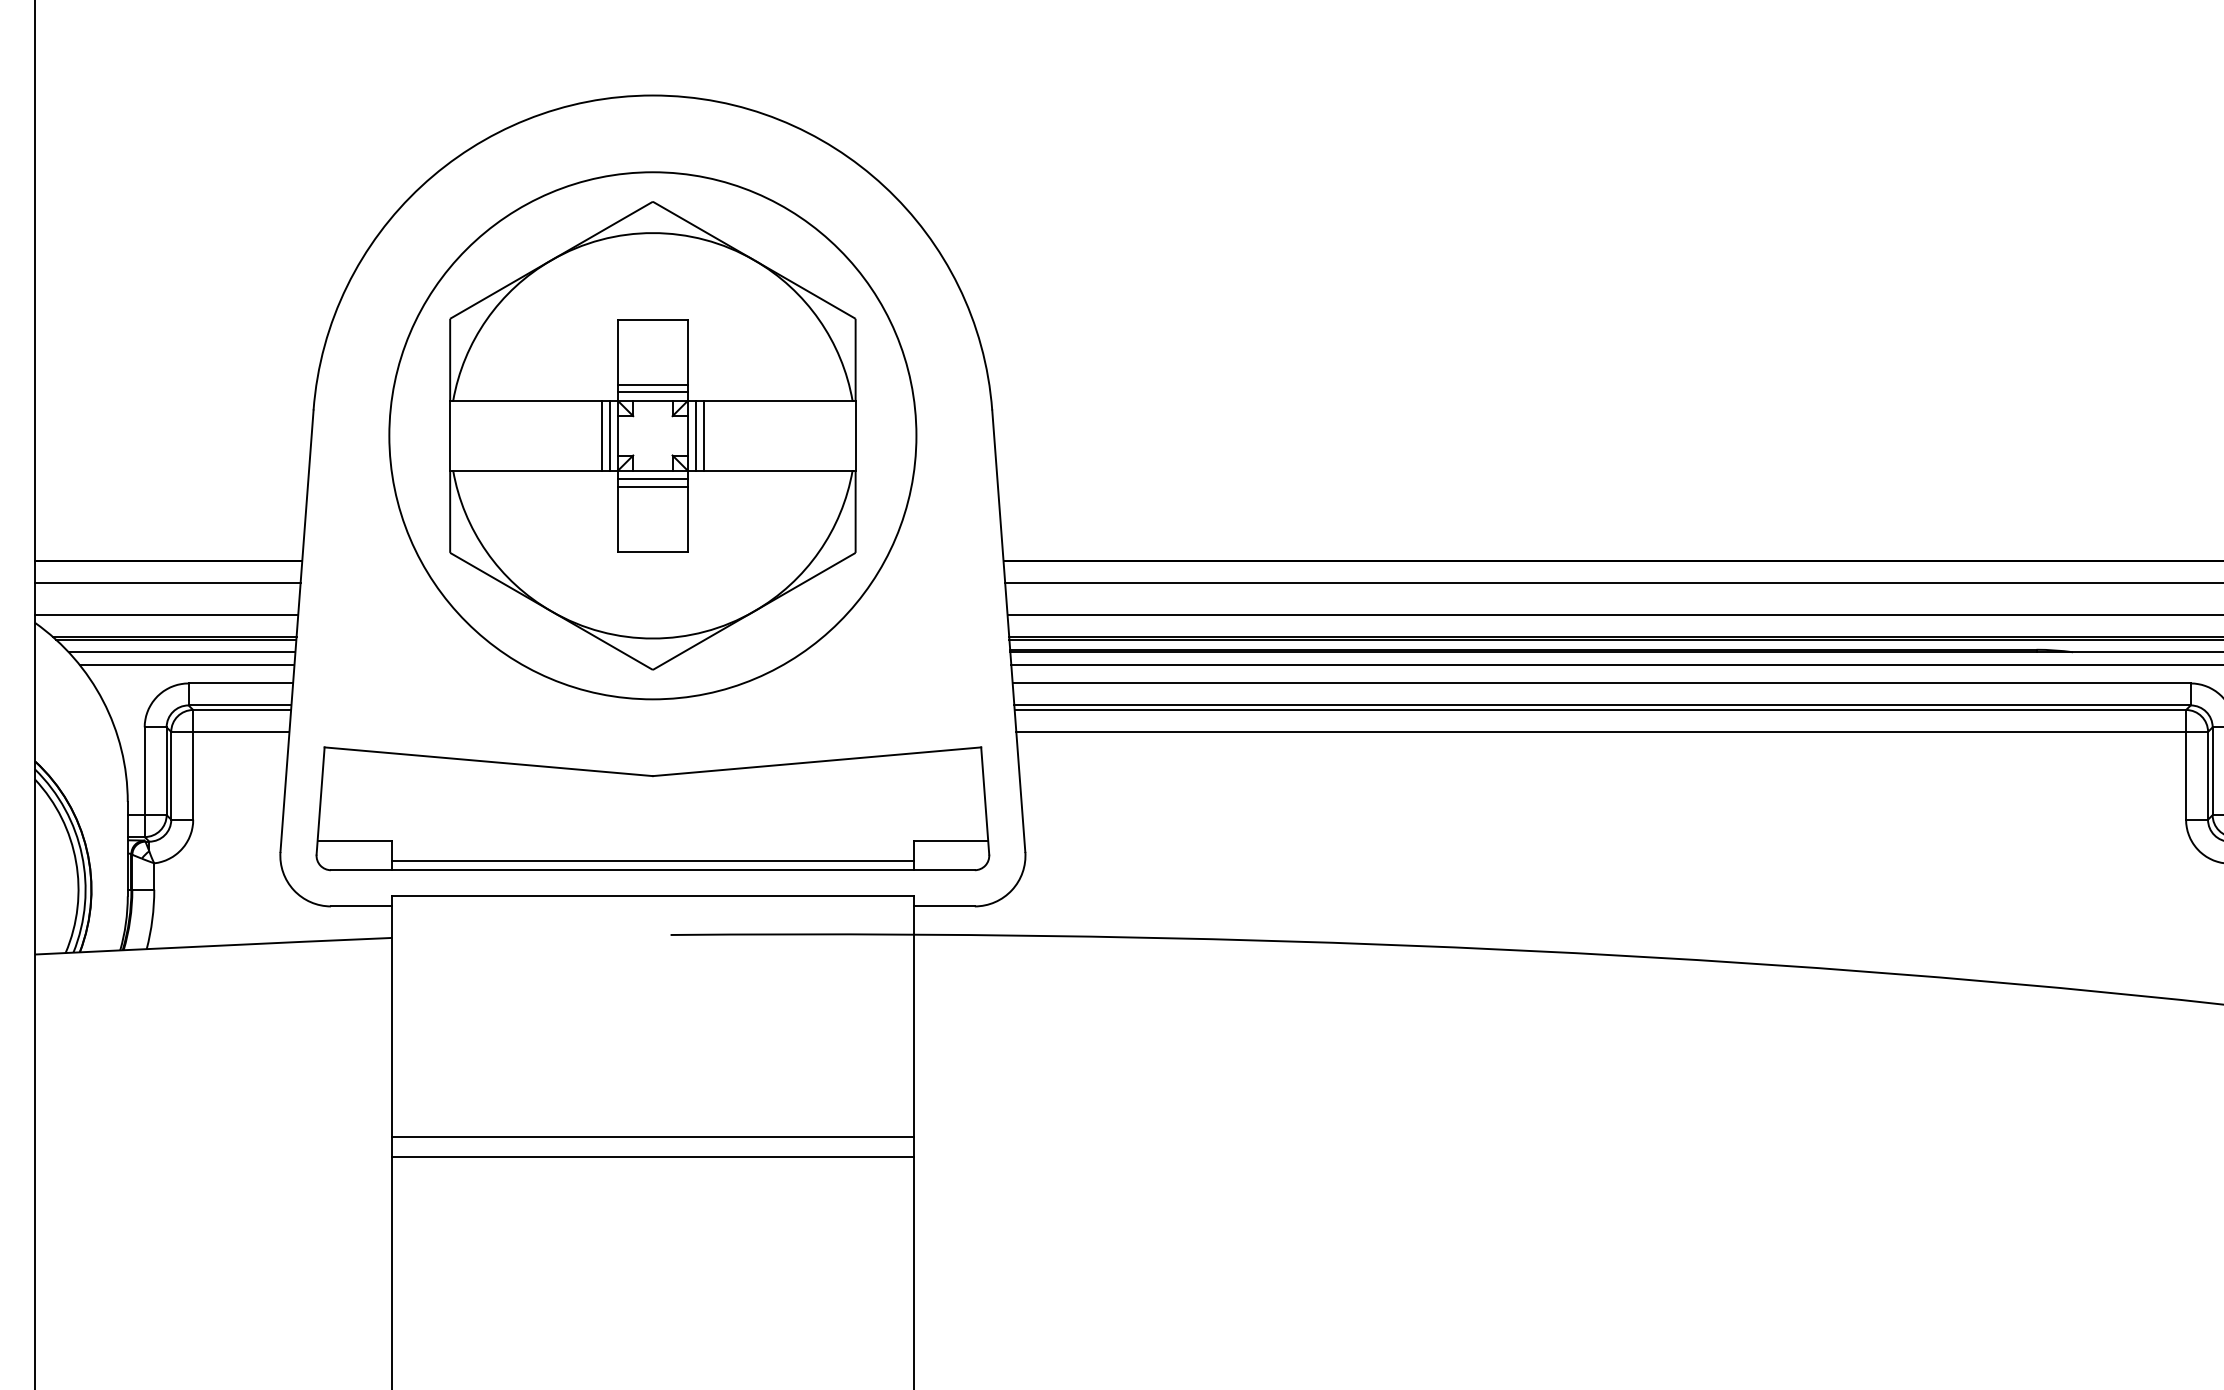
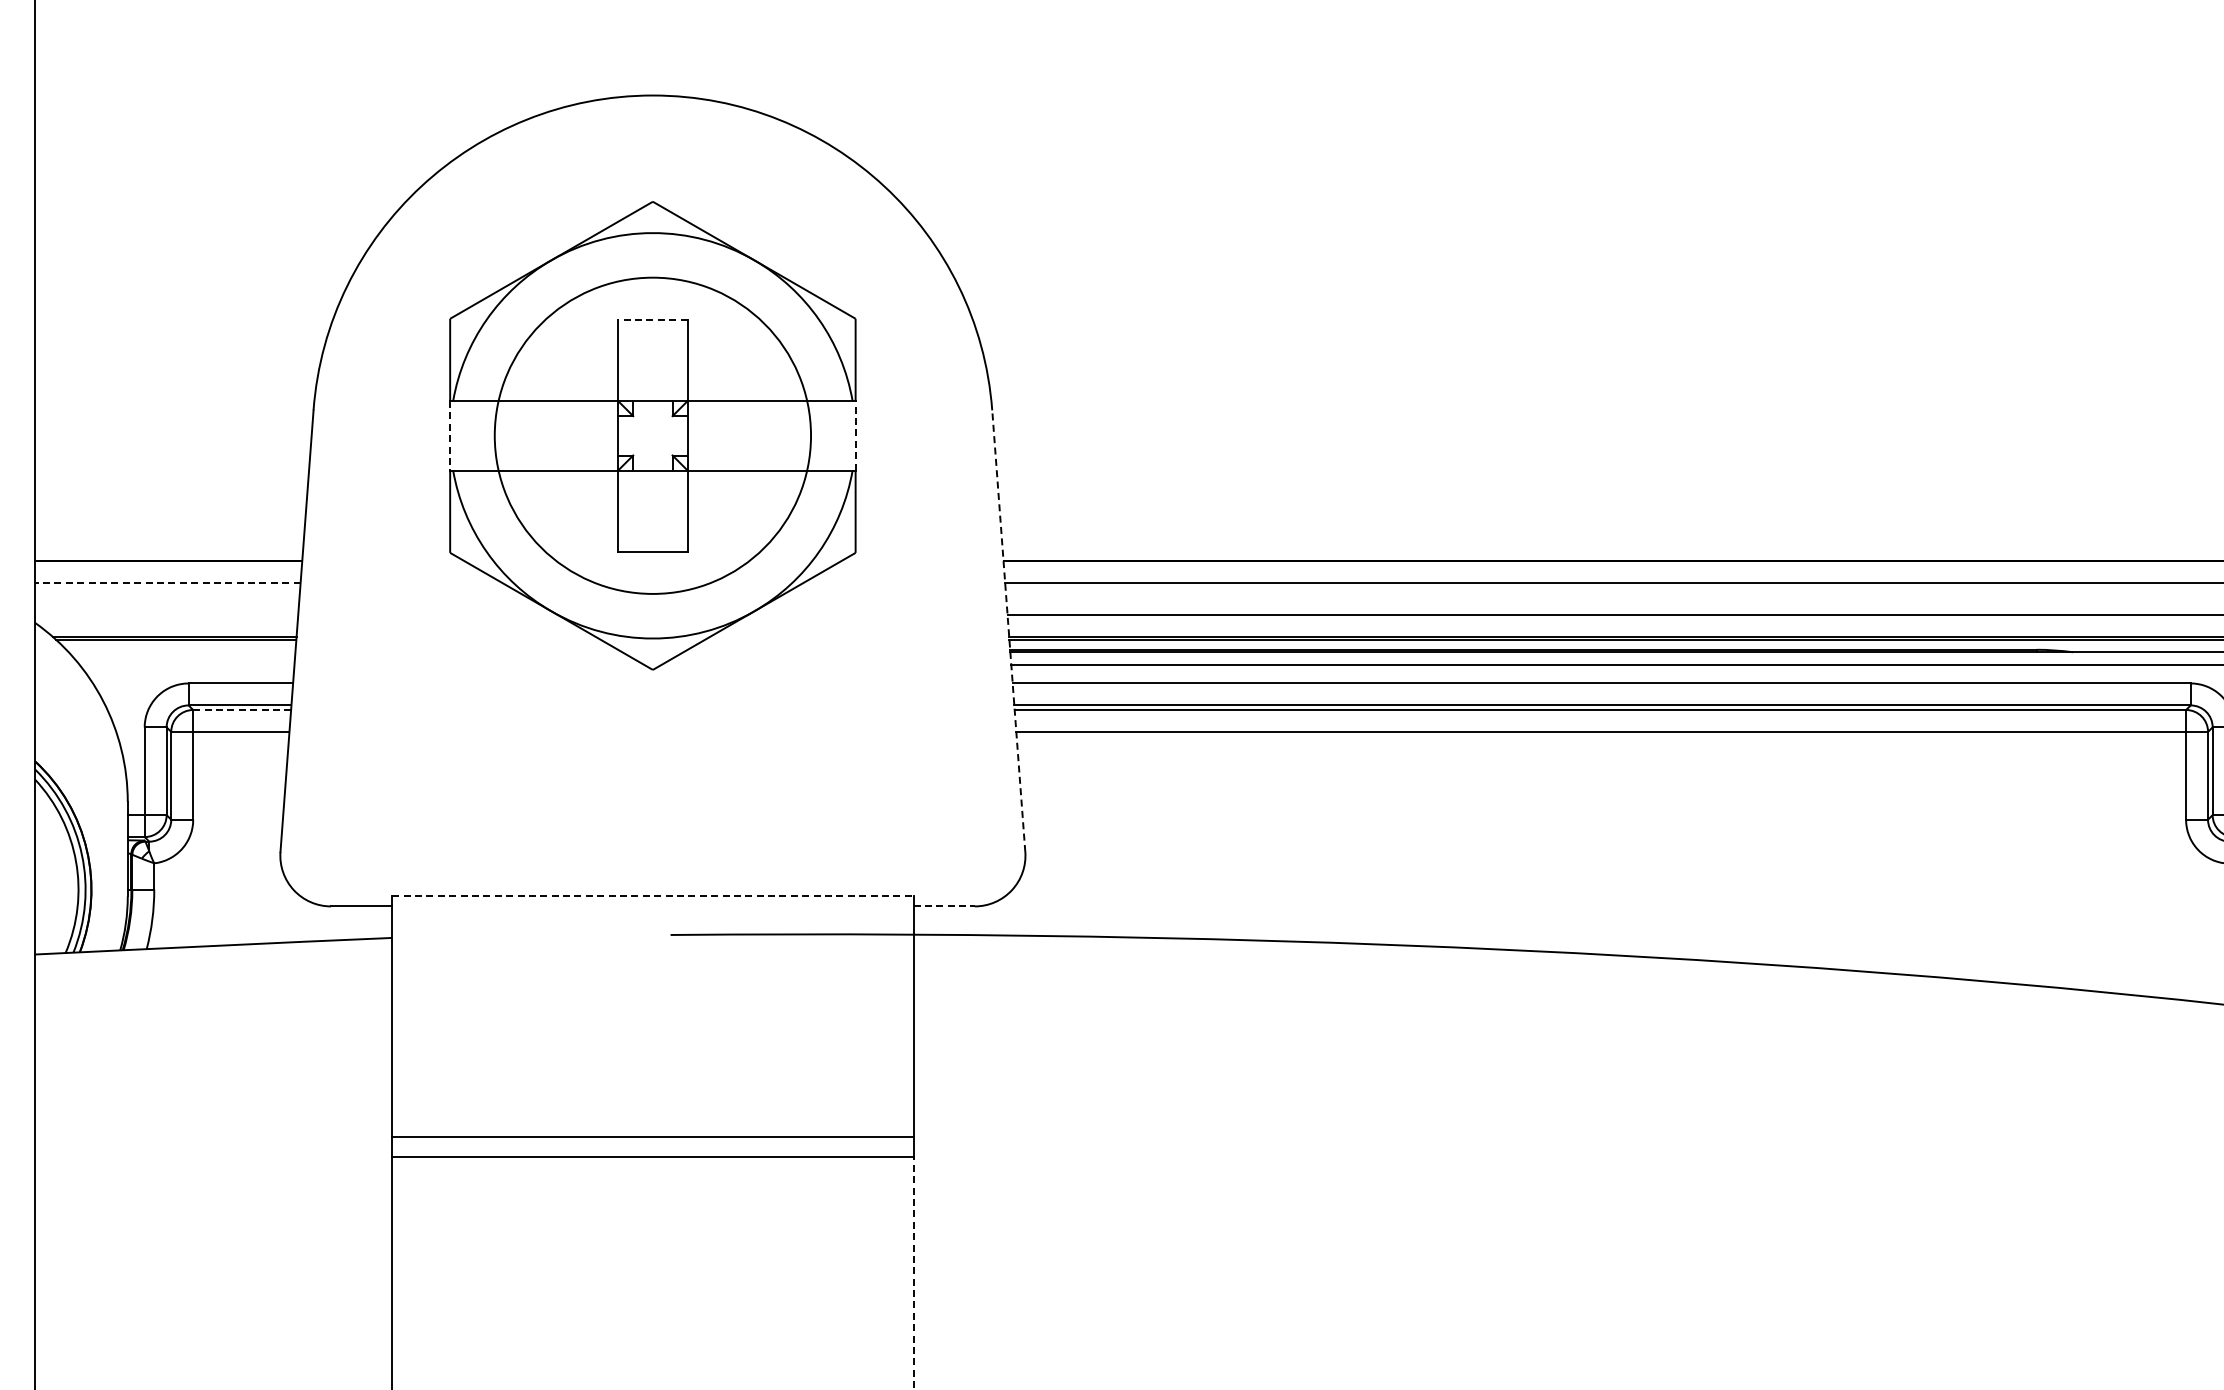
line at (652, 319): solid -> dashed
line at (652, 384): present -> none
line at (652, 392): present -> none
line at (450, 435): solid -> dashed
line at (601, 435): present -> none
line at (609, 435): present -> none
circle at (652, 435) diameter: 527 px -> 316 px
line at (696, 435): present -> none
line at (703, 435): present -> none
line at (855, 435): solid -> dashed
line at (652, 479): present -> none
line at (652, 486): present -> none
line at (167, 583): solid -> dashed
line at (166, 615): present -> none
line at (1008, 630): solid -> dashed
line at (181, 652): present -> none
line at (187, 665): present -> none
line at (242, 710): solid -> dashed
part at (652, 808): present -> none
line at (652, 895): solid -> dashed
line at (944, 906): solid -> dashed
line at (913, 1273): solid -> dashed
